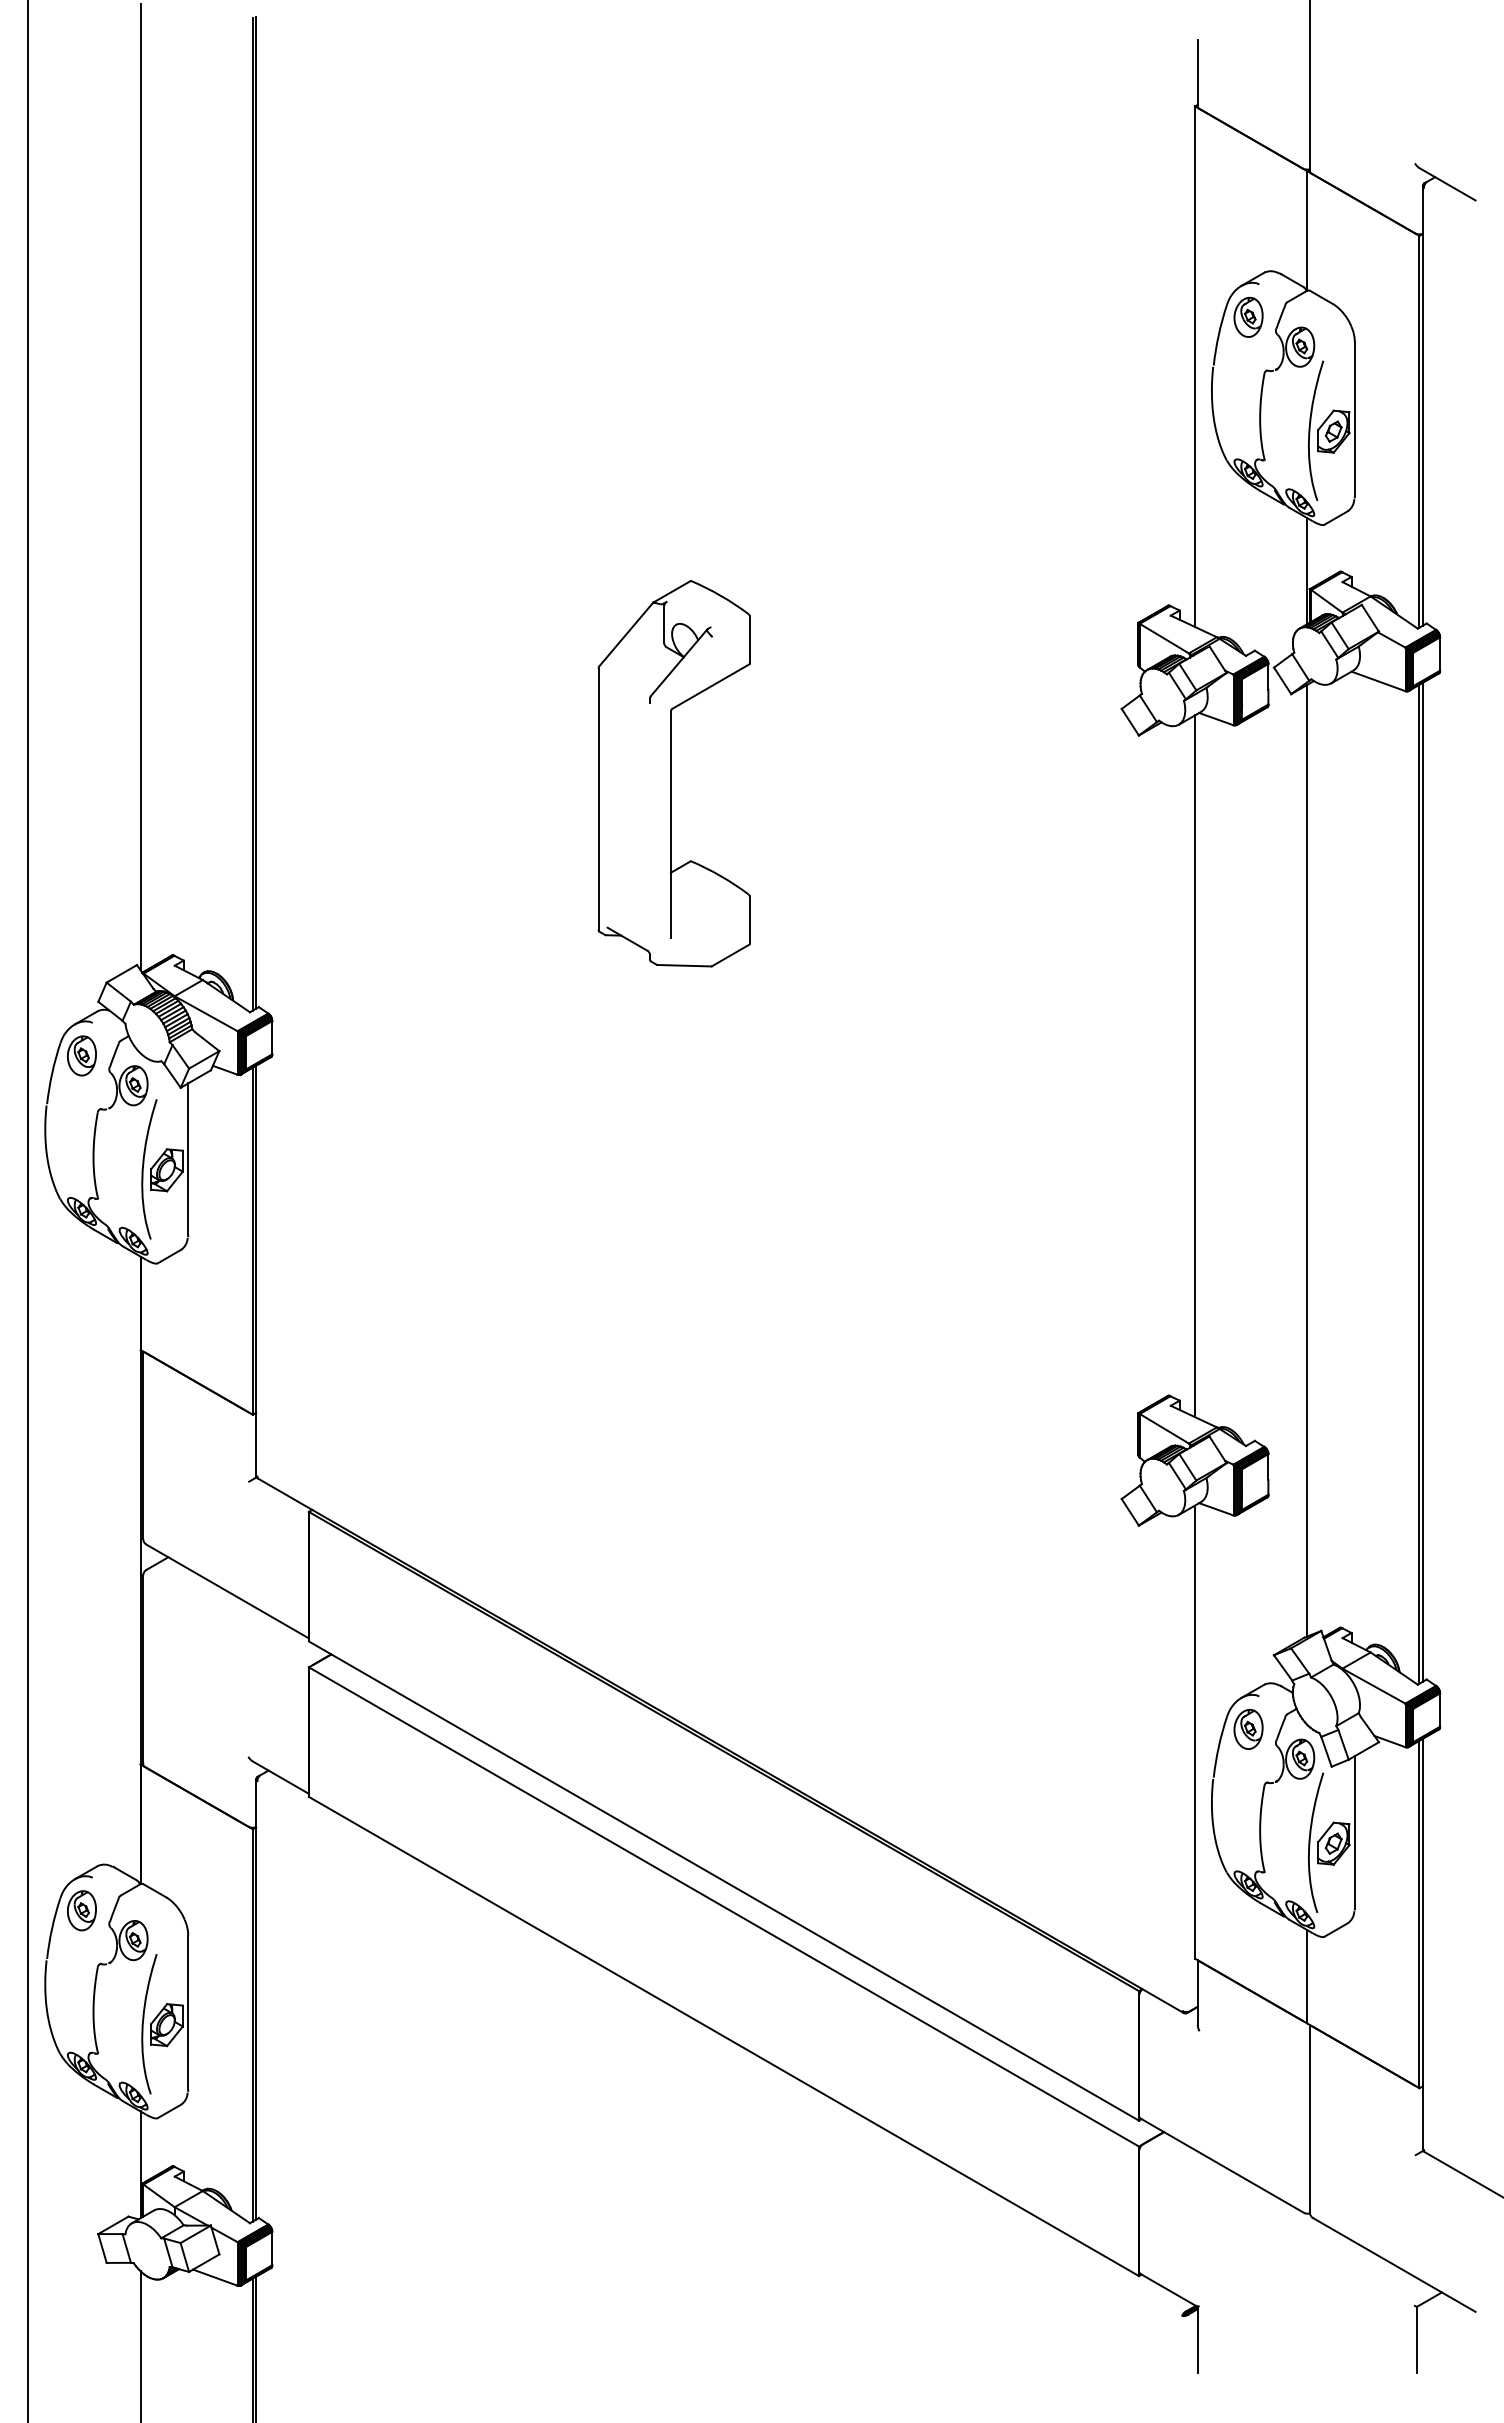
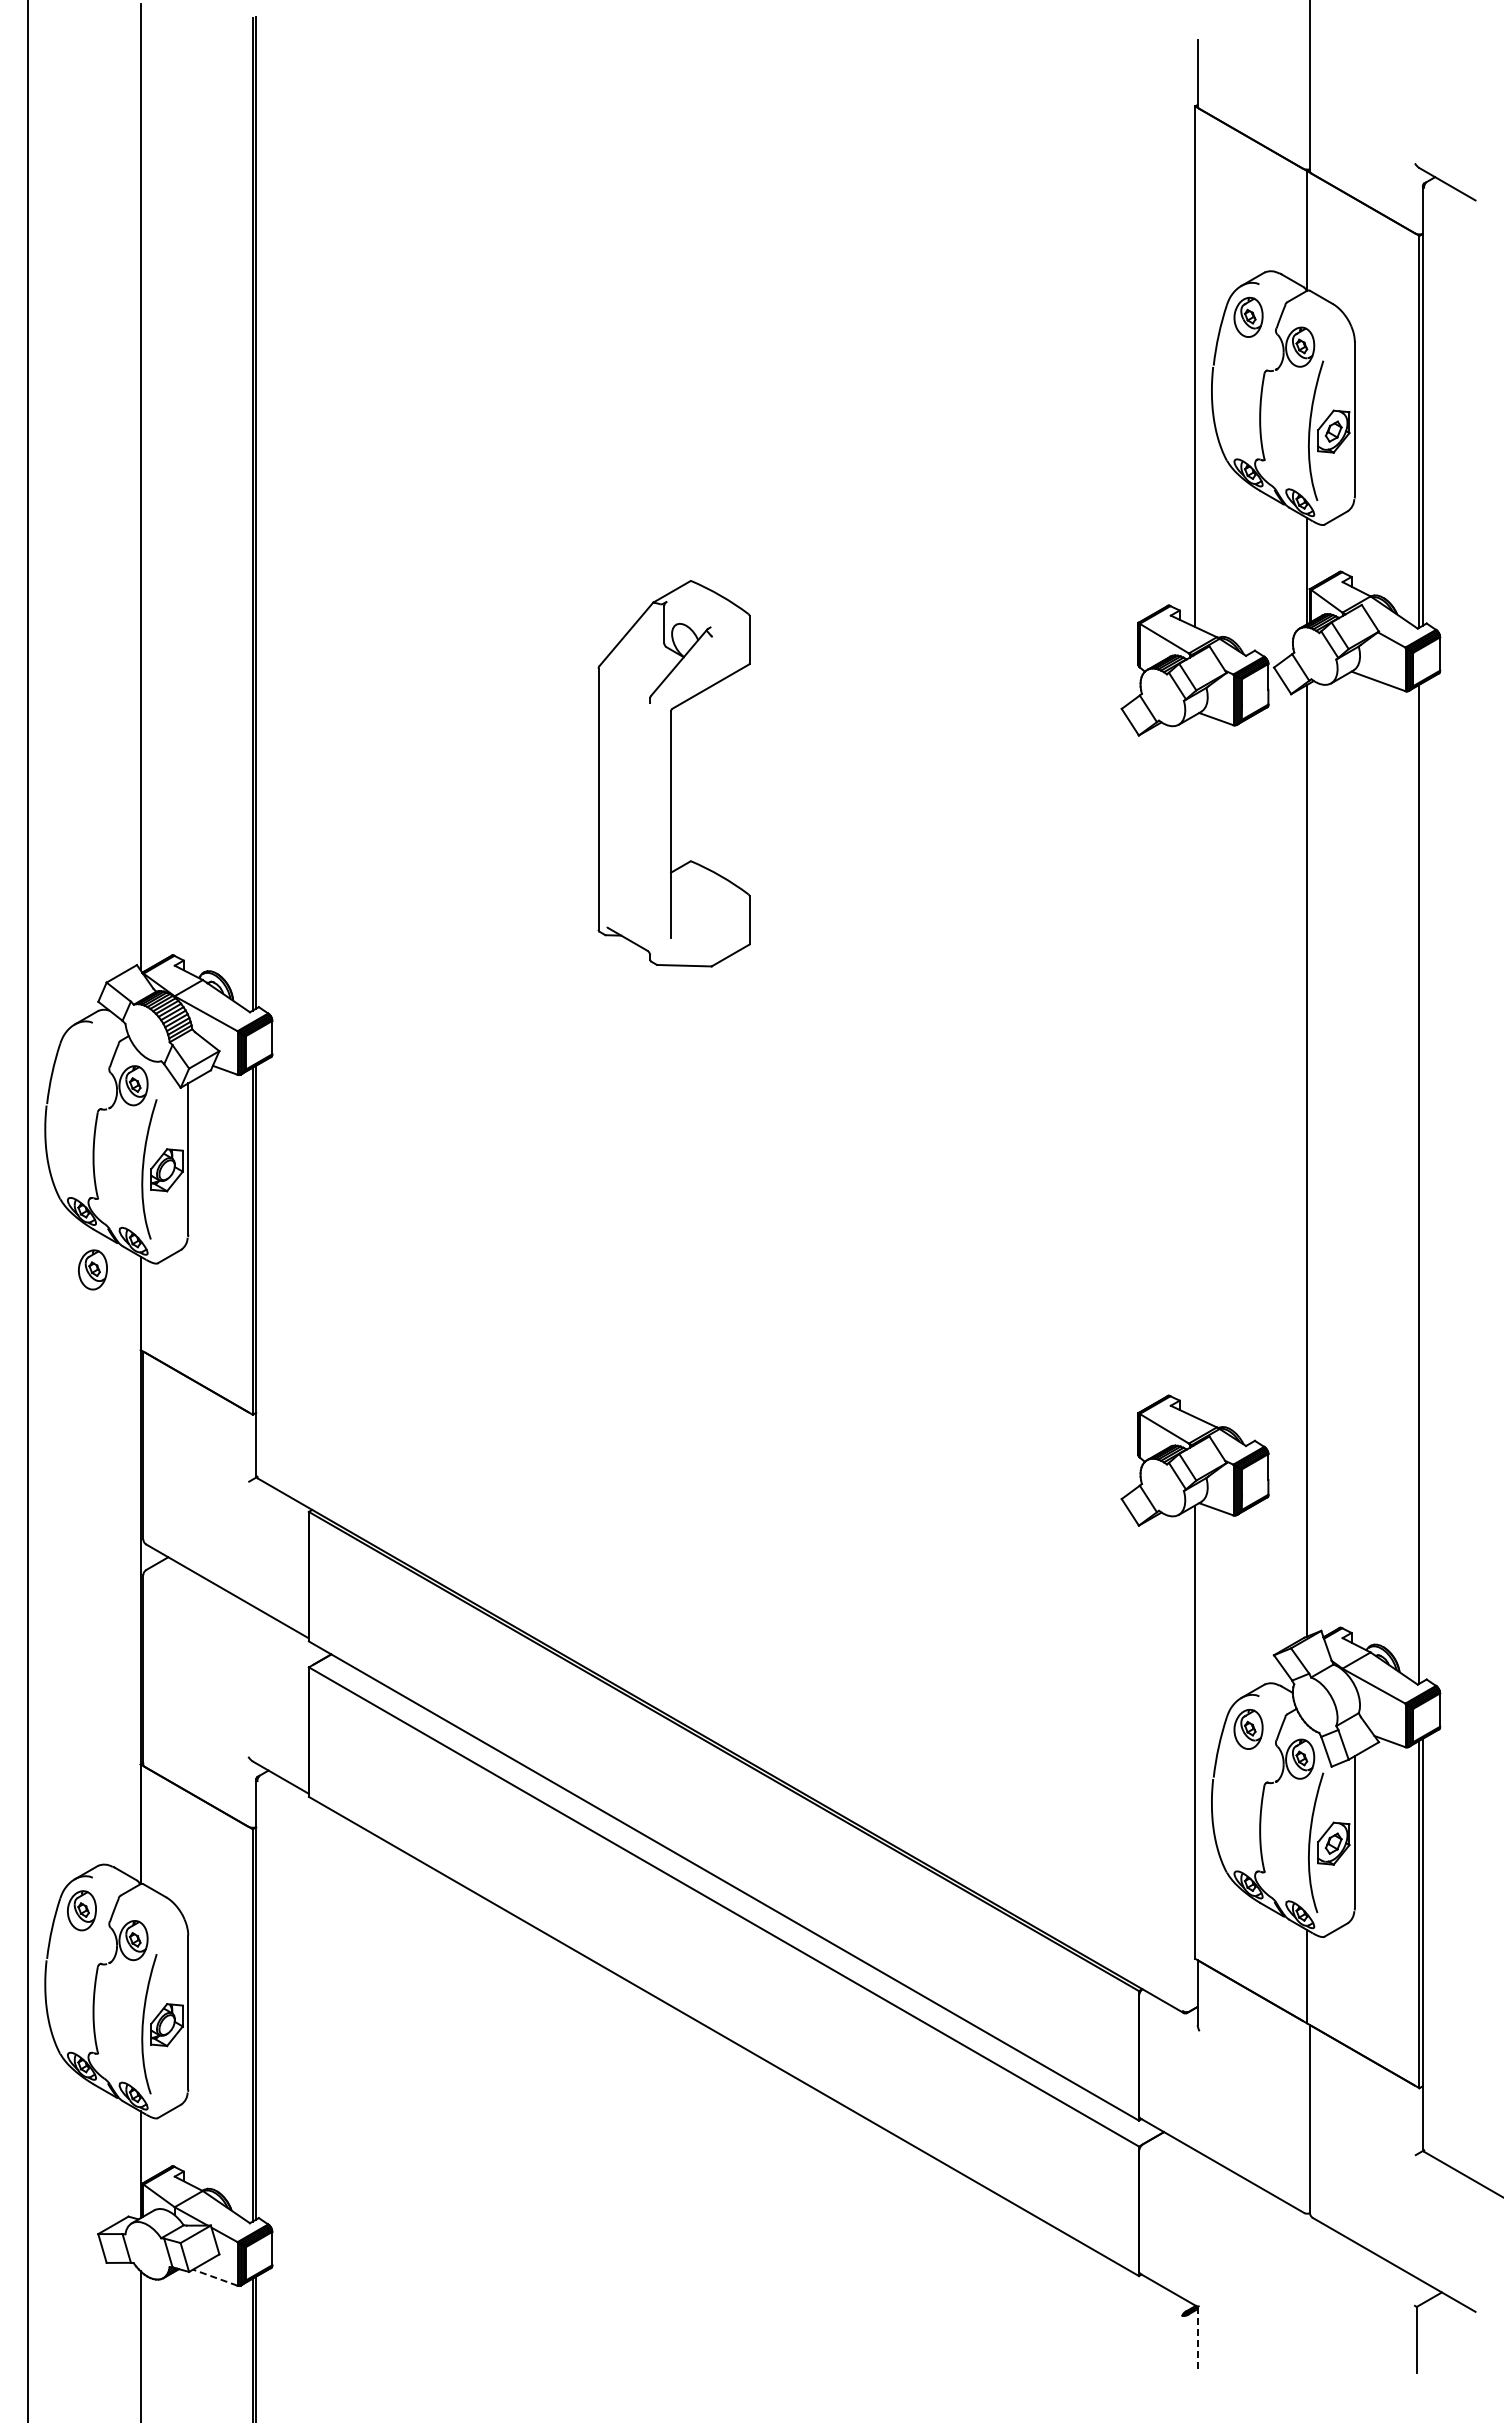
part at (81, 1055) position: (81, 1055) -> (92, 1269)
line at (1195, 1066): present -> none
line at (1422, 1181): present -> none
line at (215, 2277): solid -> dashed
line at (1197, 2340): solid -> dashed
